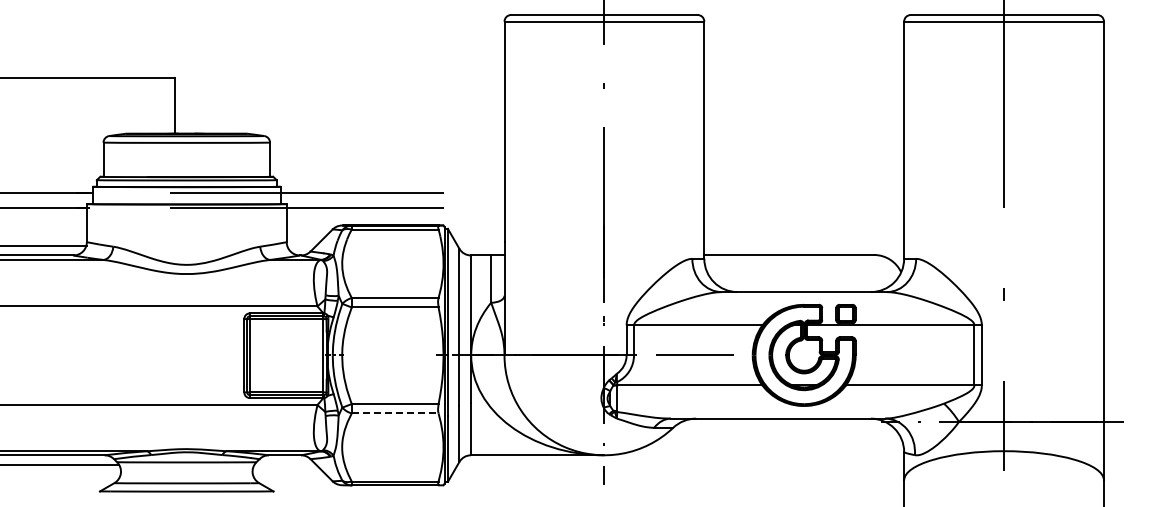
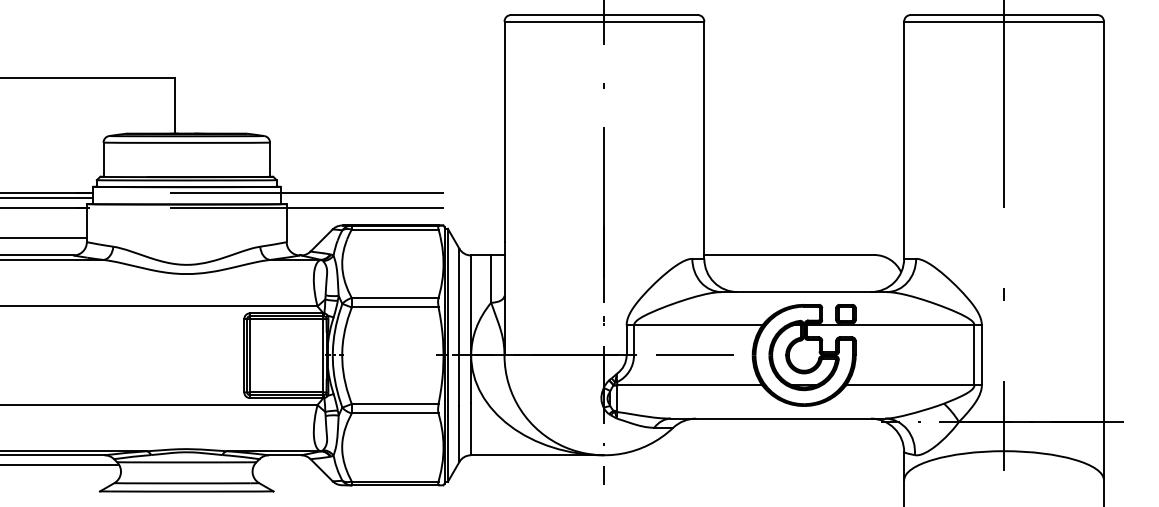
line at (47, 198): none -> present
line at (44, 246) position: (44, 246) -> (44, 238)
line at (395, 413): dashed -> solid
